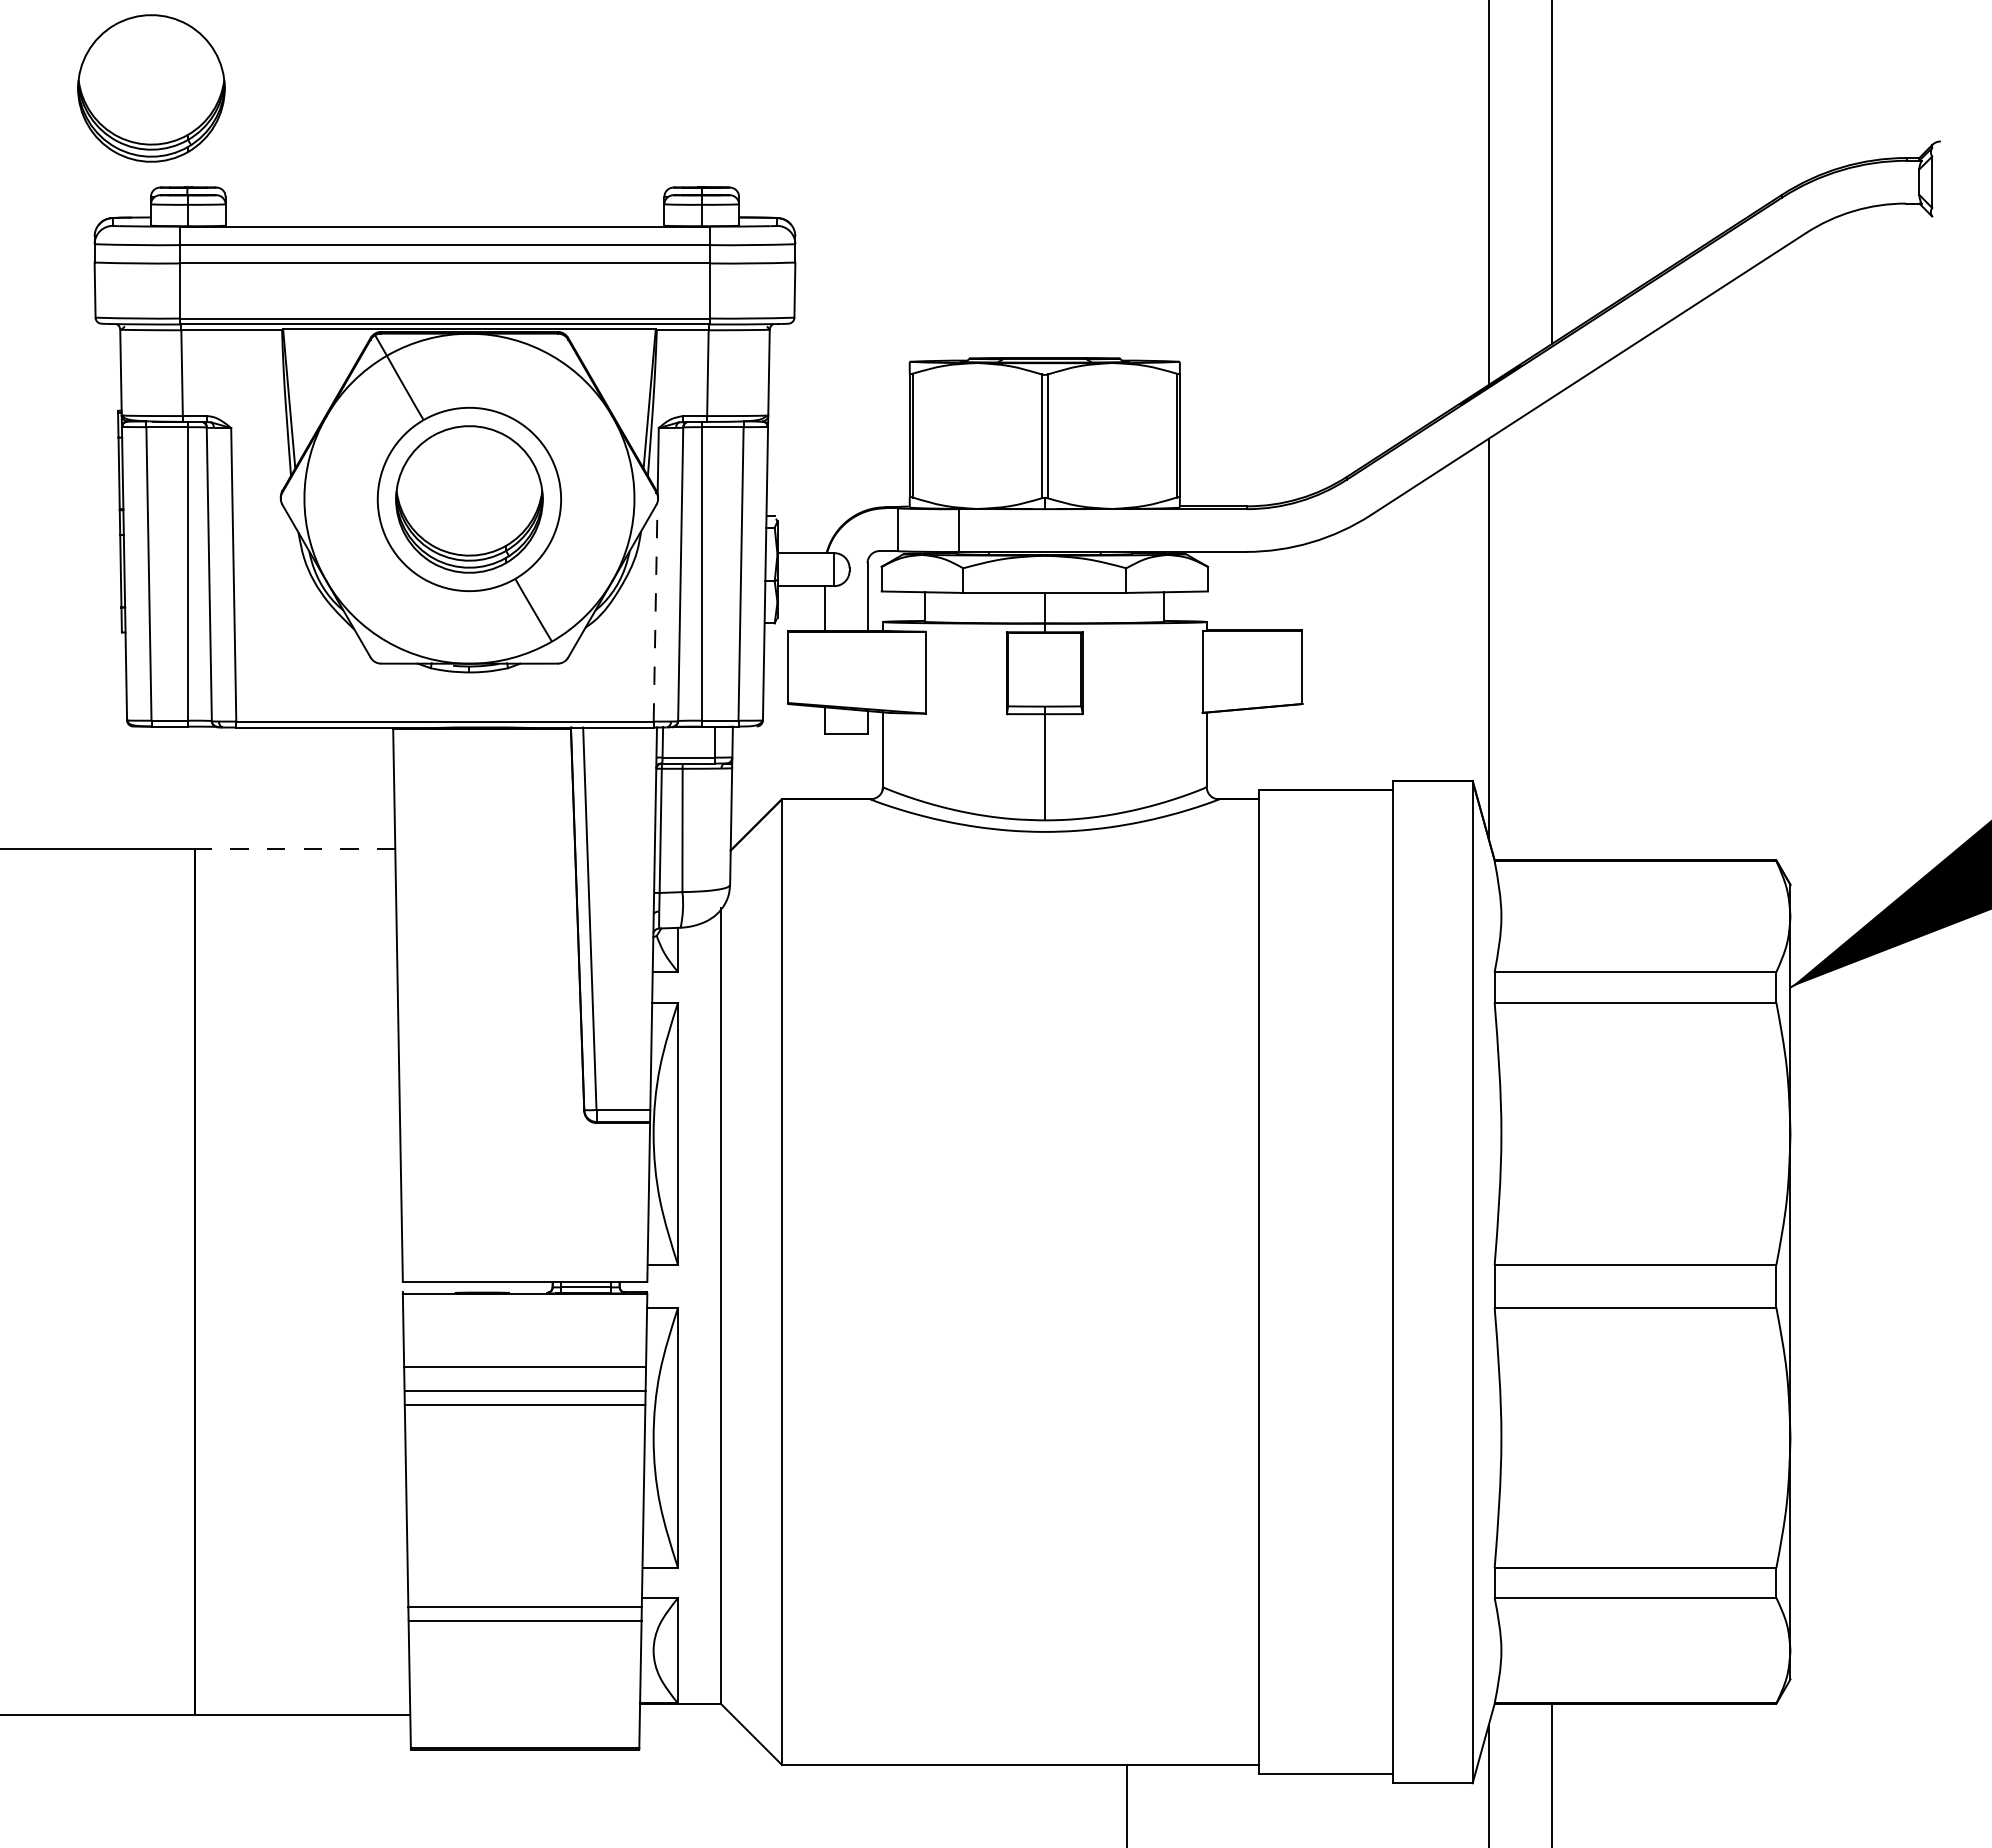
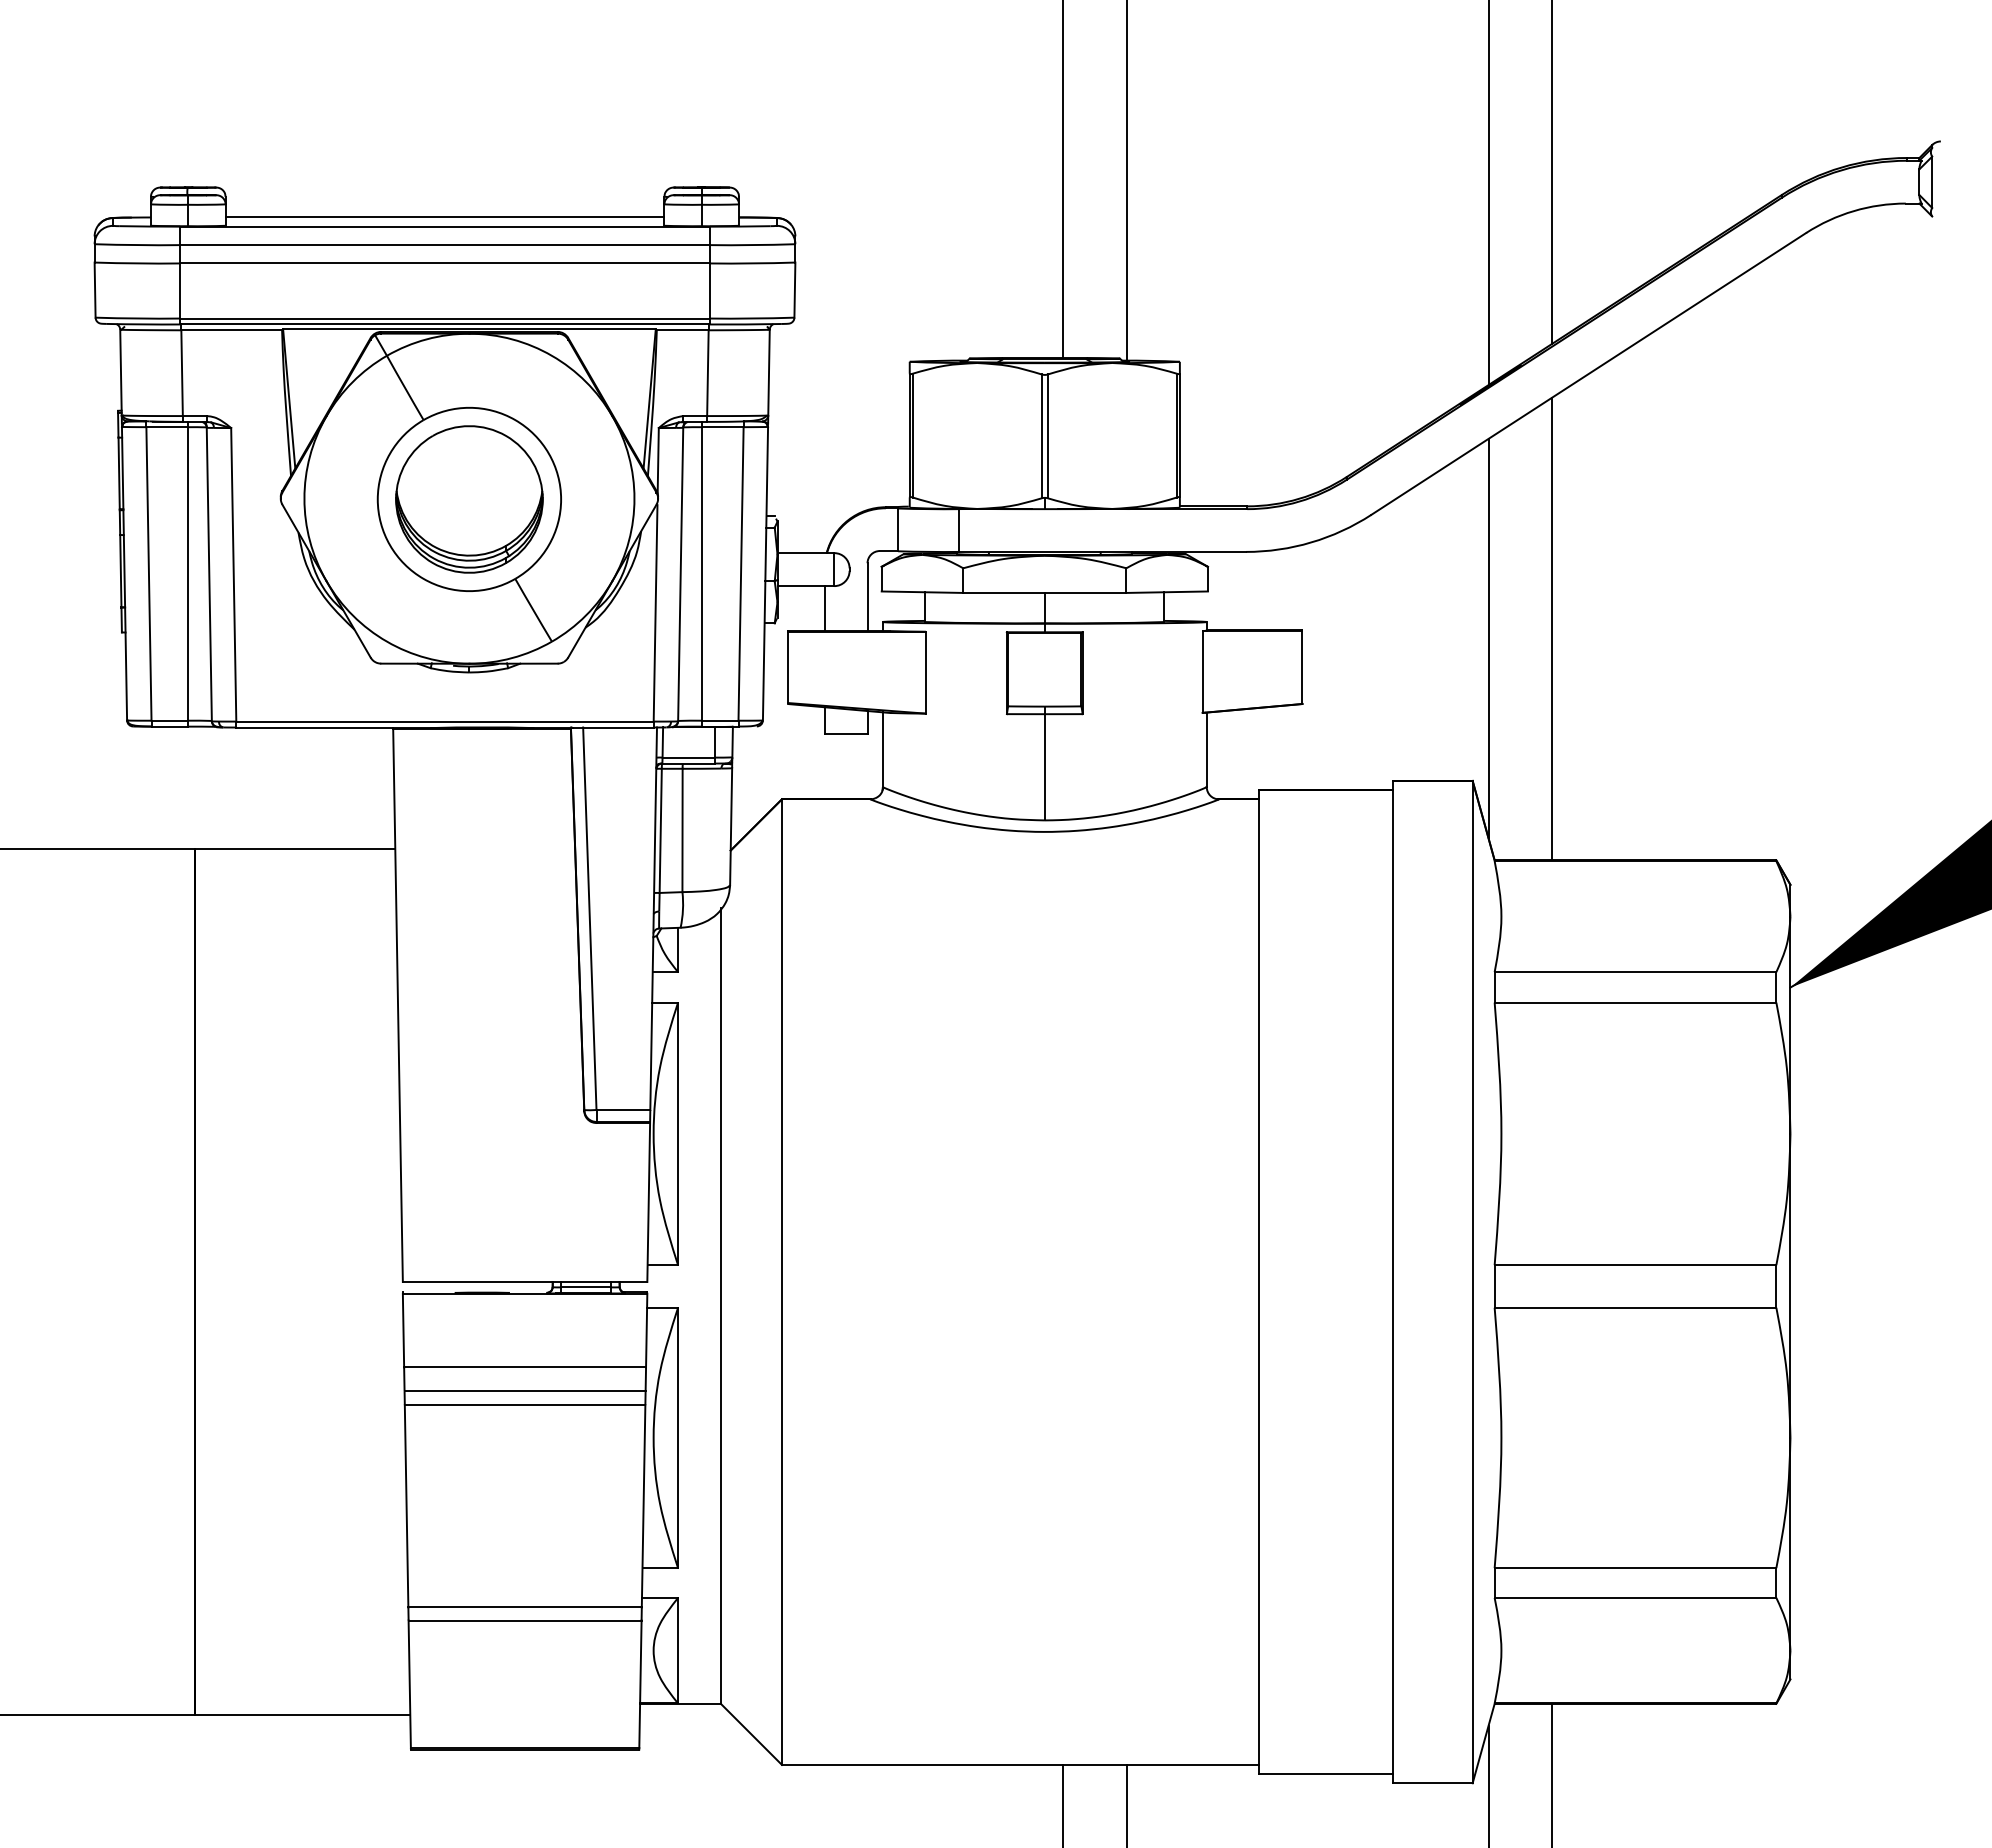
part at (151, 88): present -> none
line at (1063, 179): none -> present
line at (1126, 181): none -> present
line at (444, 217): none -> present
line at (655, 612): dashed -> solid
line at (1552, 628): none -> present
line at (294, 849): dashed -> solid
line at (1063, 1804): none -> present
